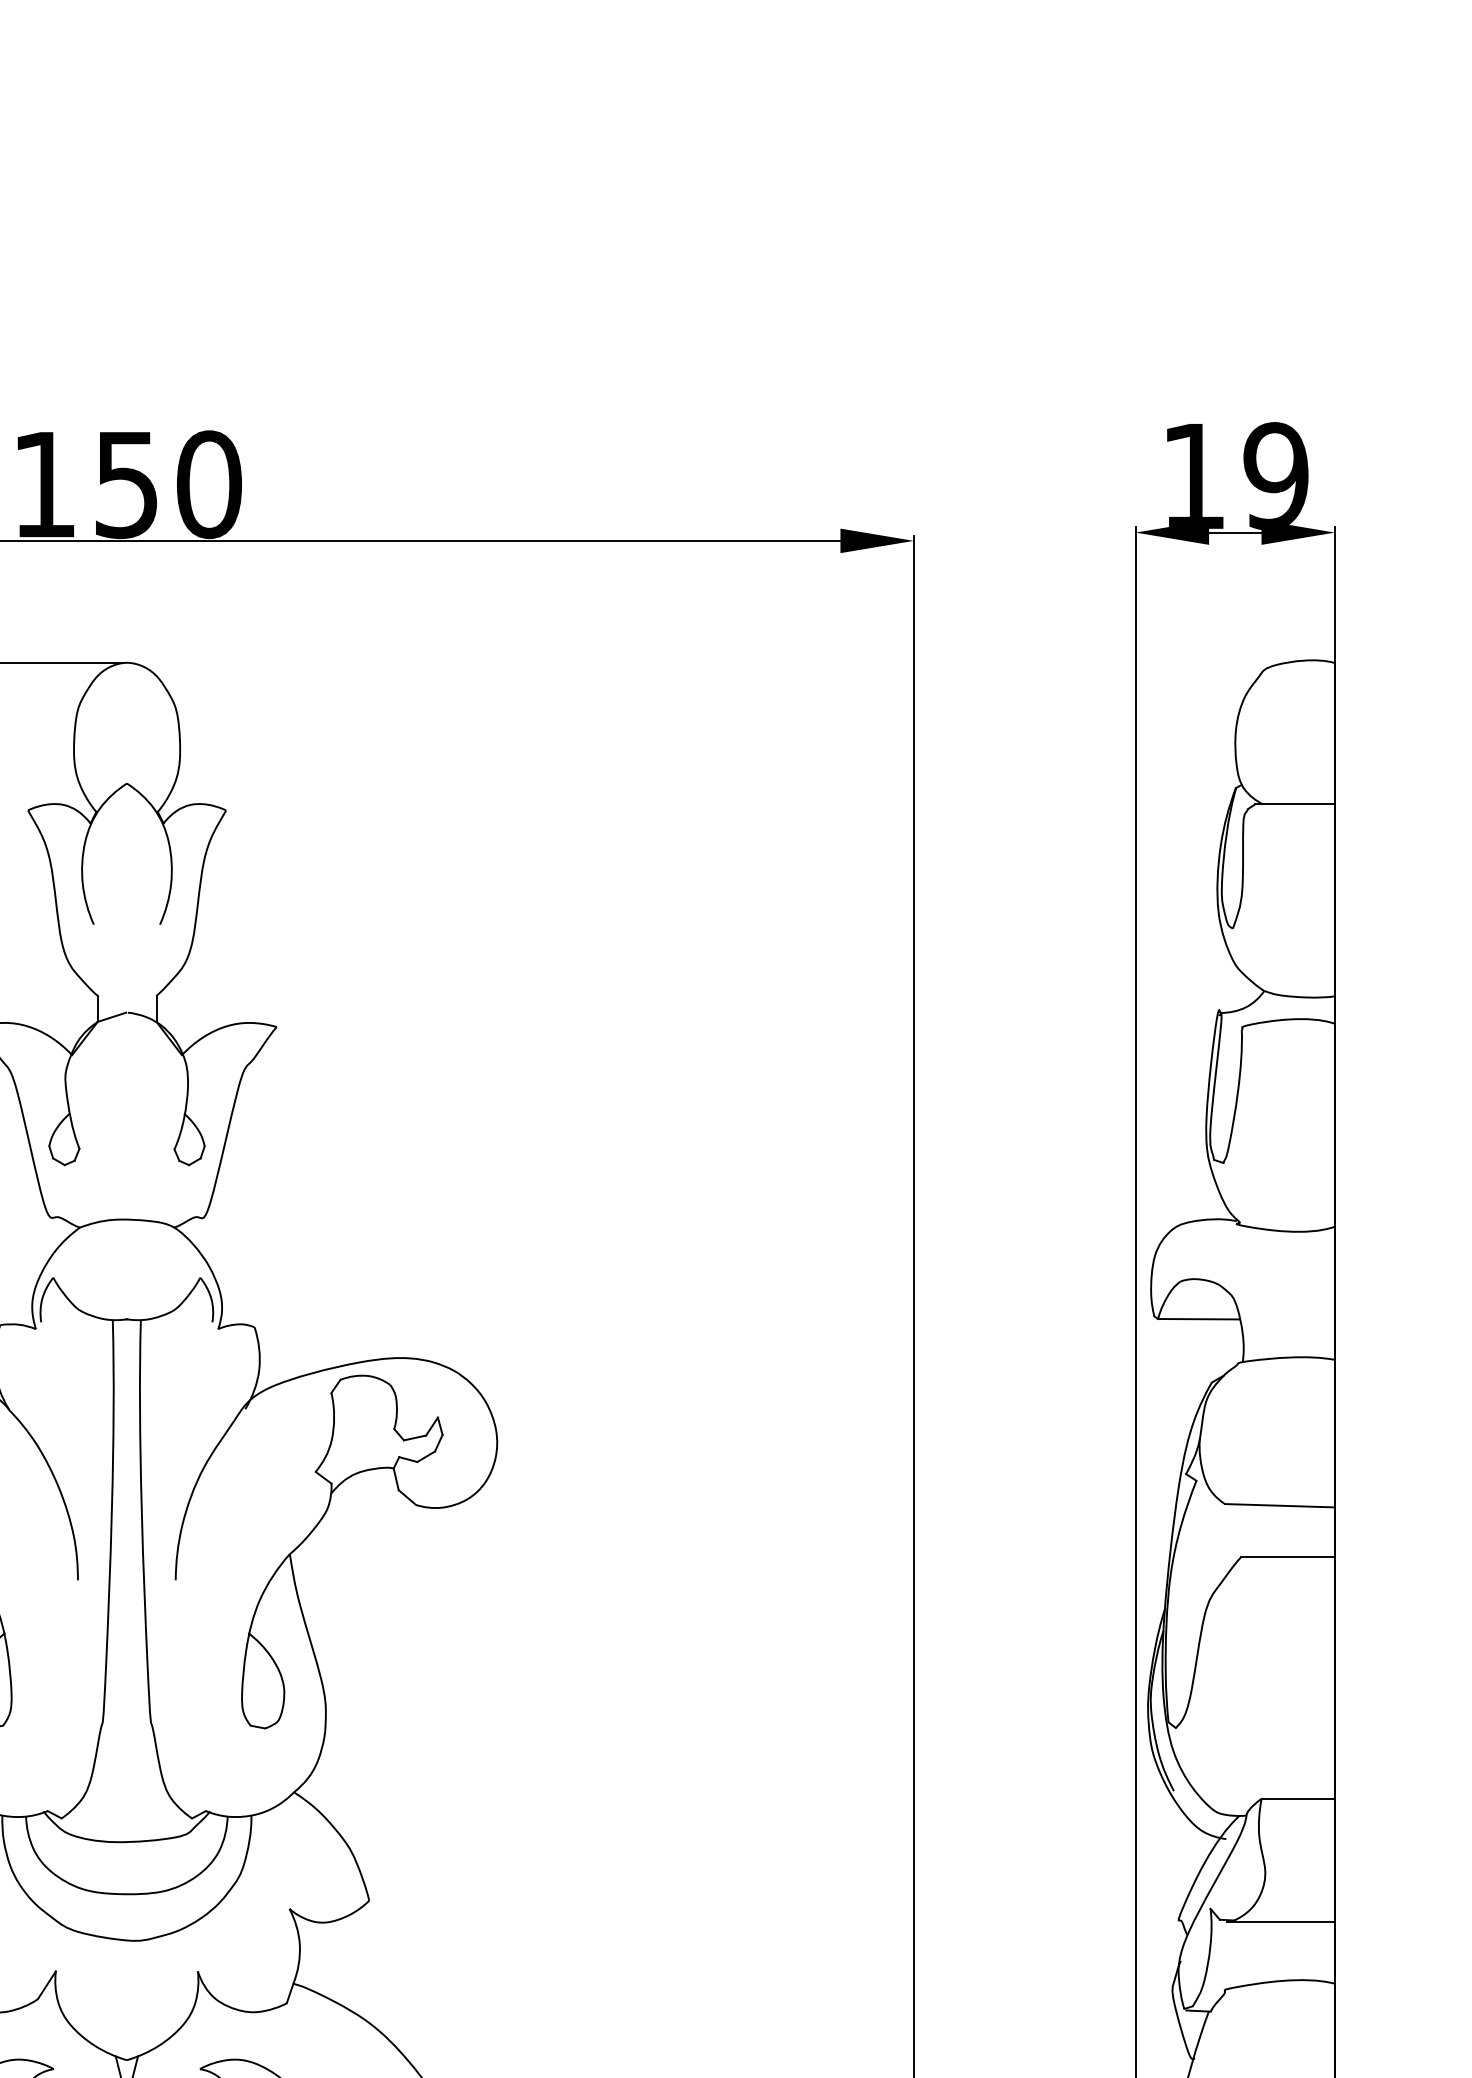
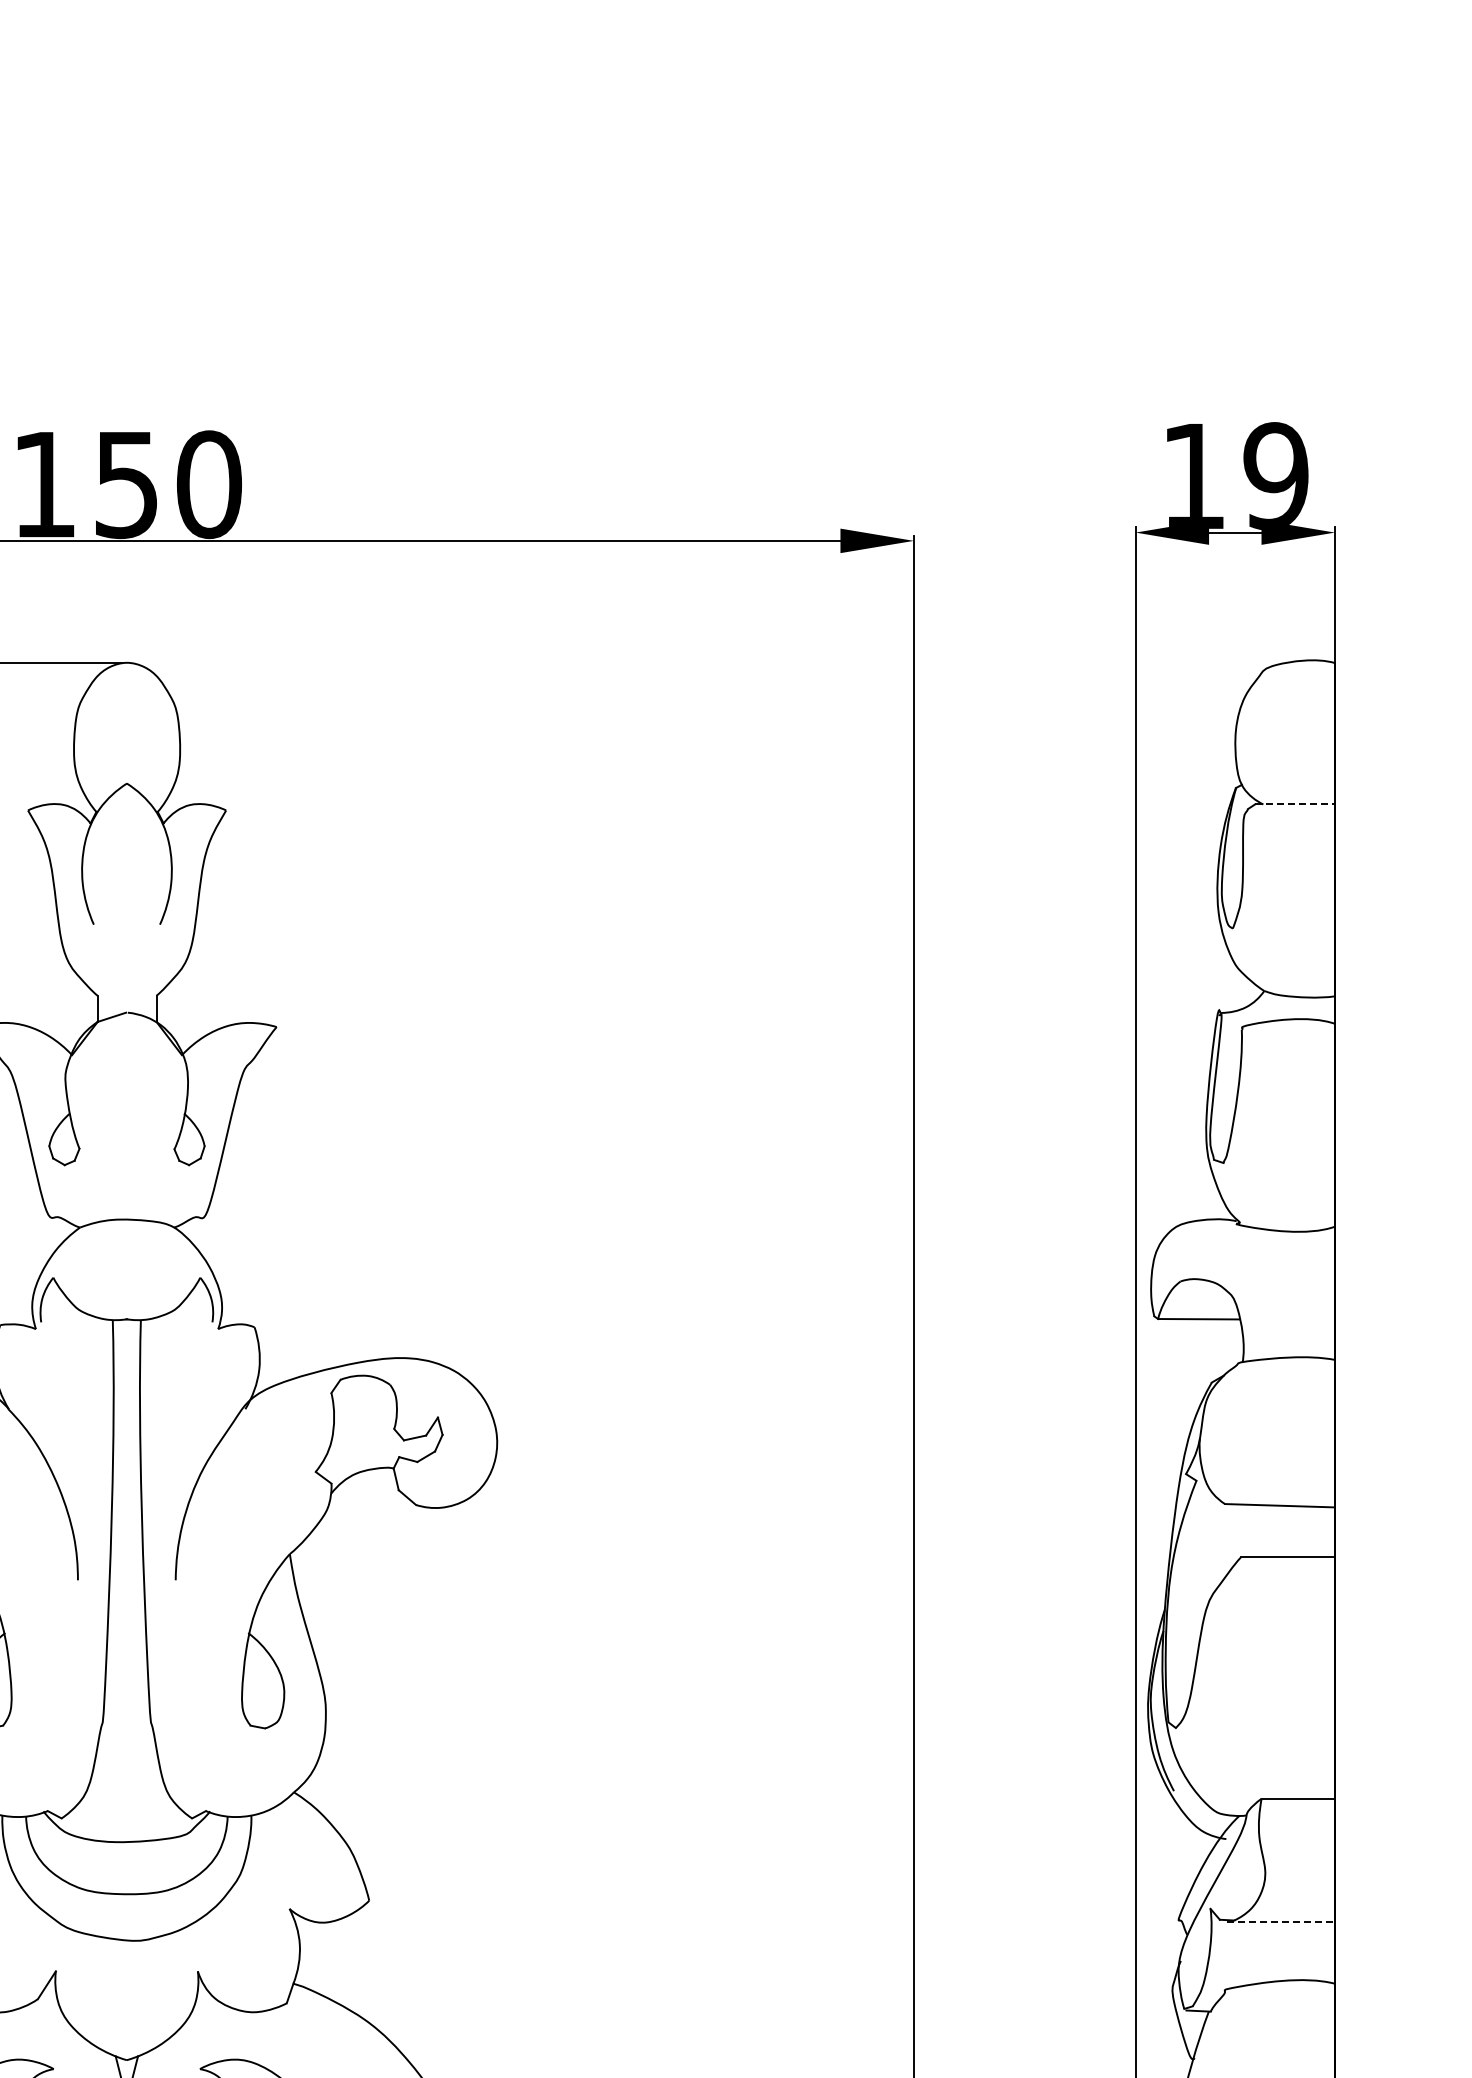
line at (1294, 804): solid -> dashed
line at (1281, 1921): solid -> dashed
